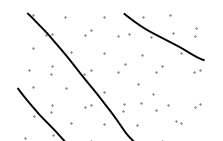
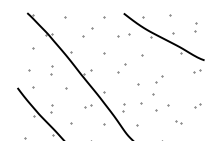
part at (88, 32) size: 9x8 px -> 12x11 px
part at (195, 32) position: (195, 32) -> (195, 27)
part at (159, 69) position: (159, 69) -> (159, 79)
